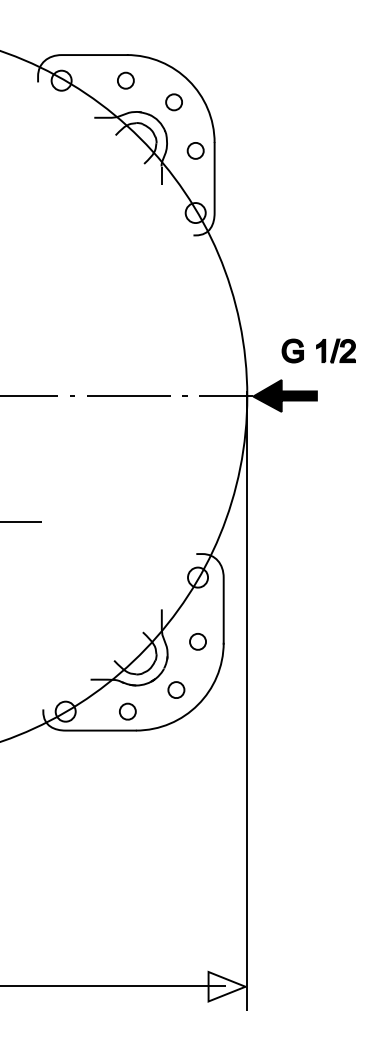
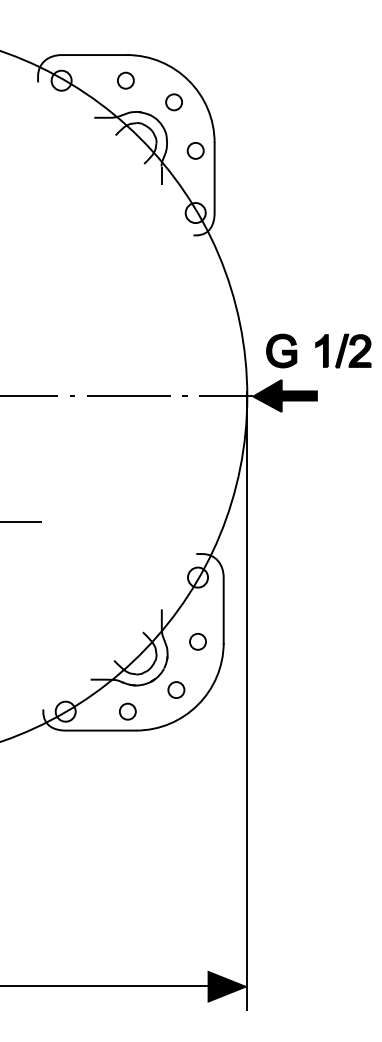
part at (318, 350) size: 75x26 px -> 106x36 px
fill at (226, 986): none -> present
